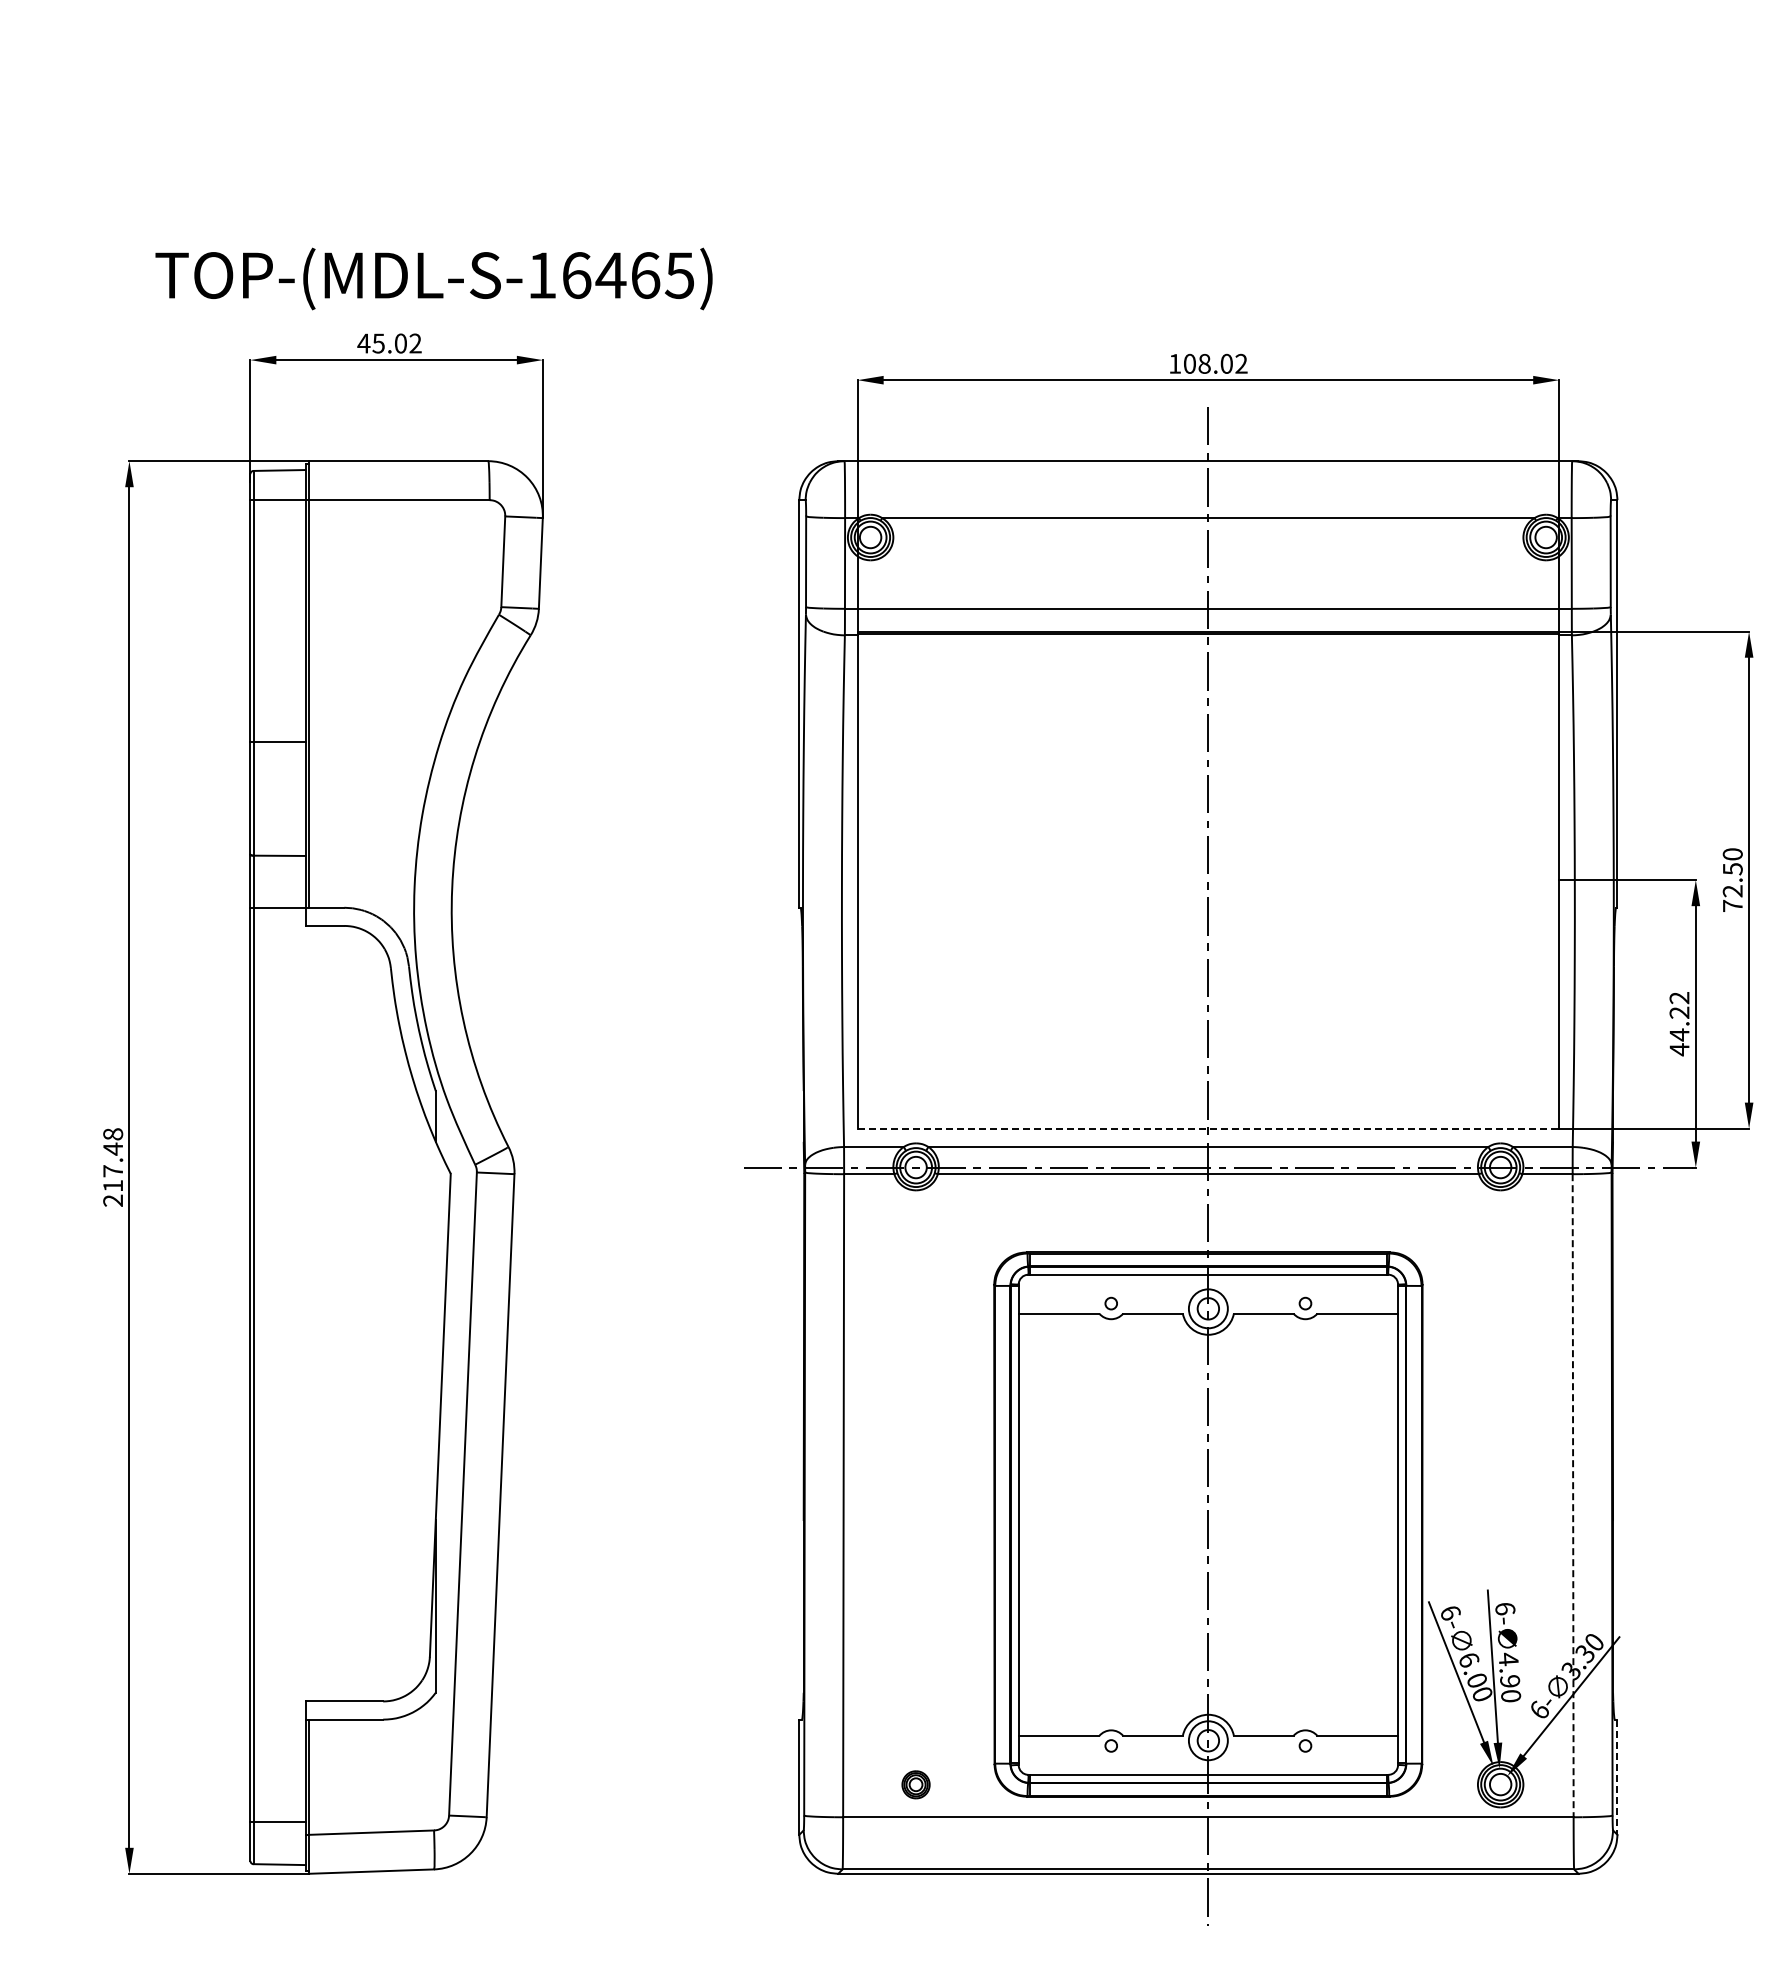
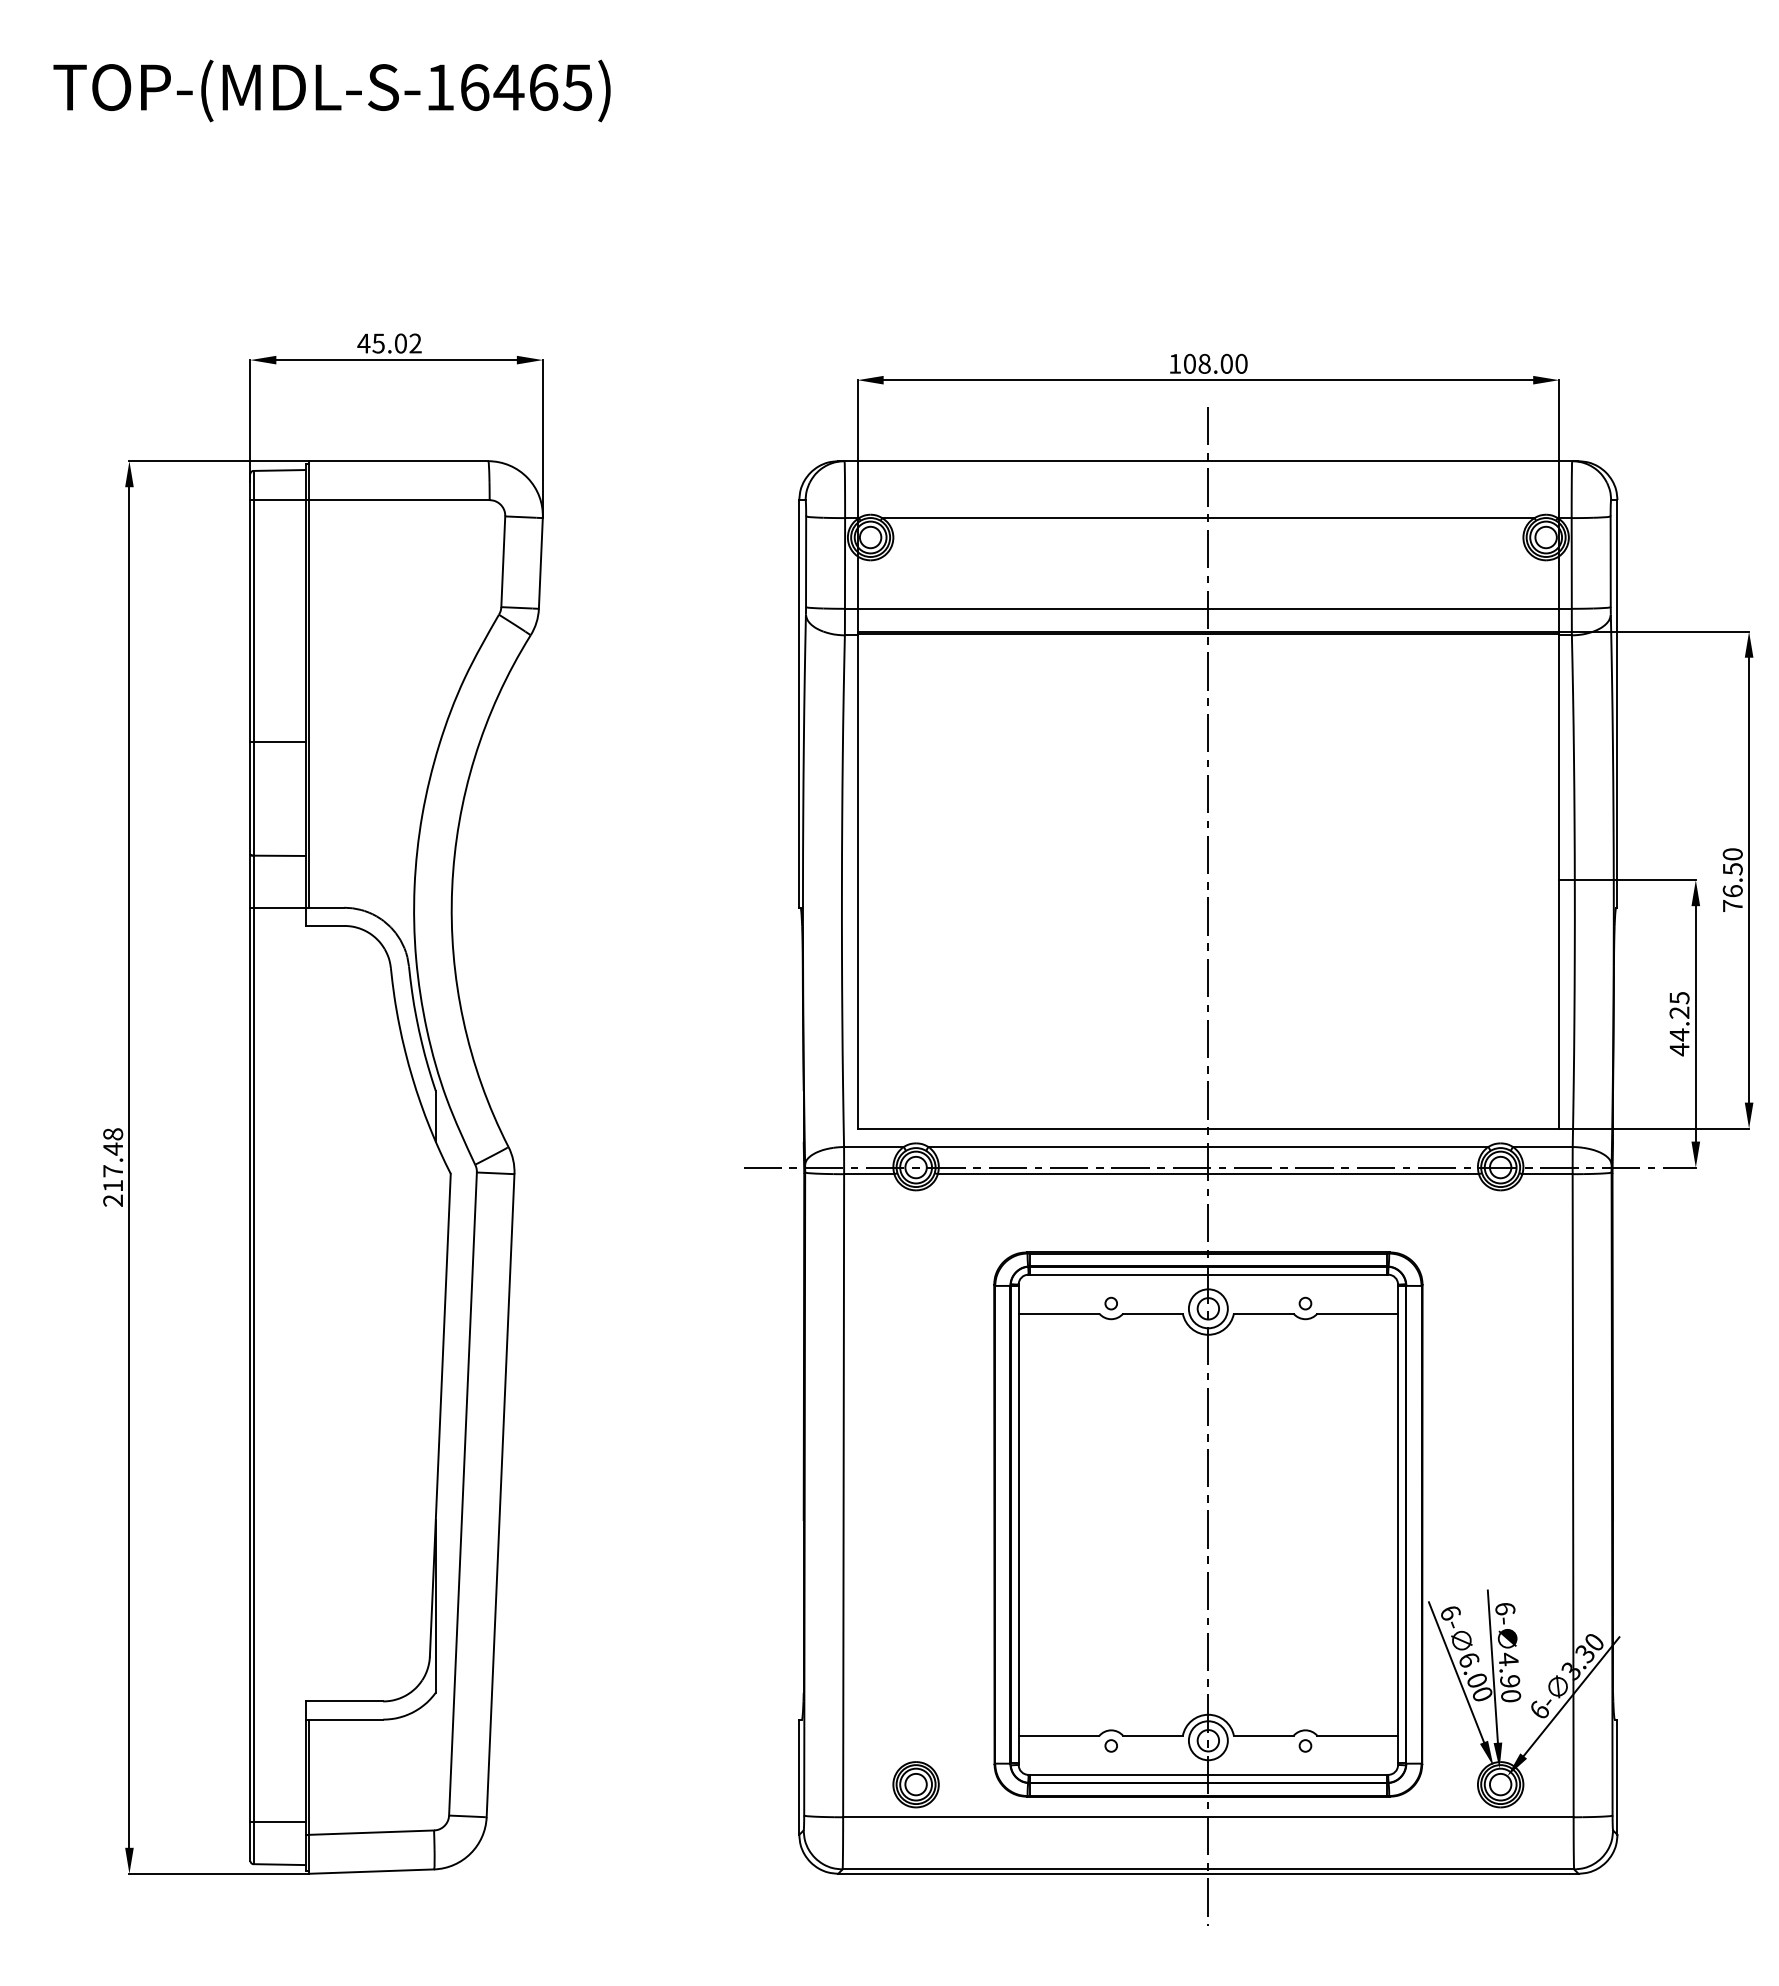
text at (433, 278) position: (433, 278) -> (331, 90)
text at (1241, 363): 108.02 -> 108.00
text at (1732, 891): 72.50 -> 76.50
text at (1679, 998): 44.22 -> 44.25
line at (1208, 1128): dashed -> solid
line at (1573, 1495): dashed -> solid
line at (1617, 1777): dashed -> solid
part at (915, 1784) size: 30x30 px -> 48x48 px
